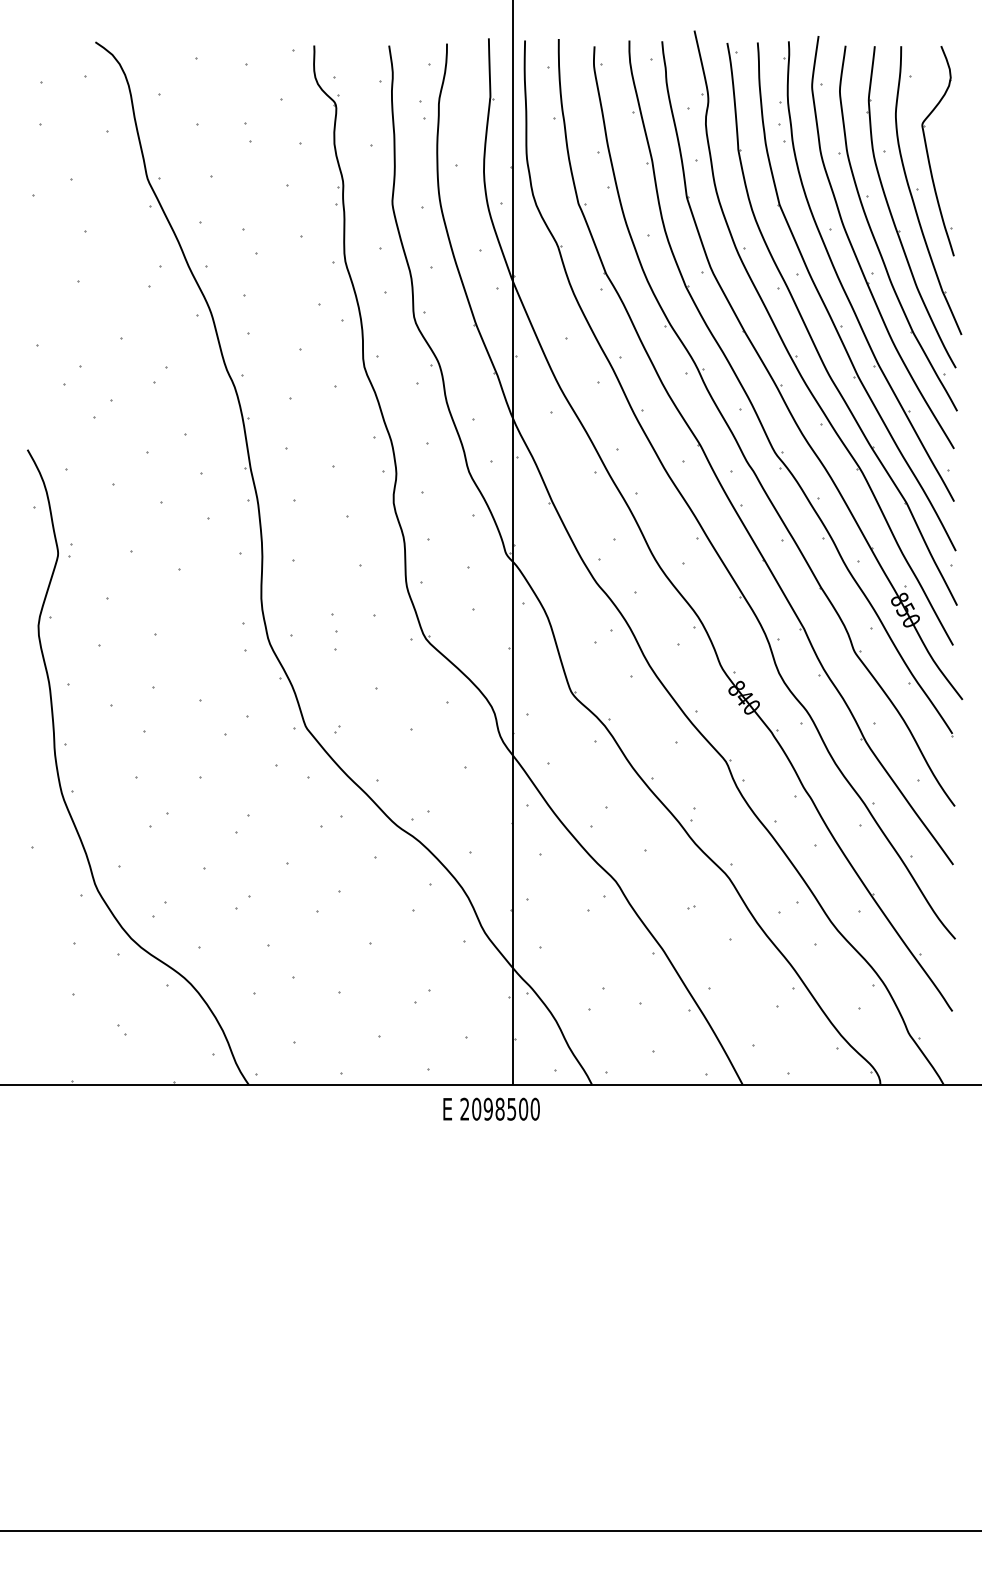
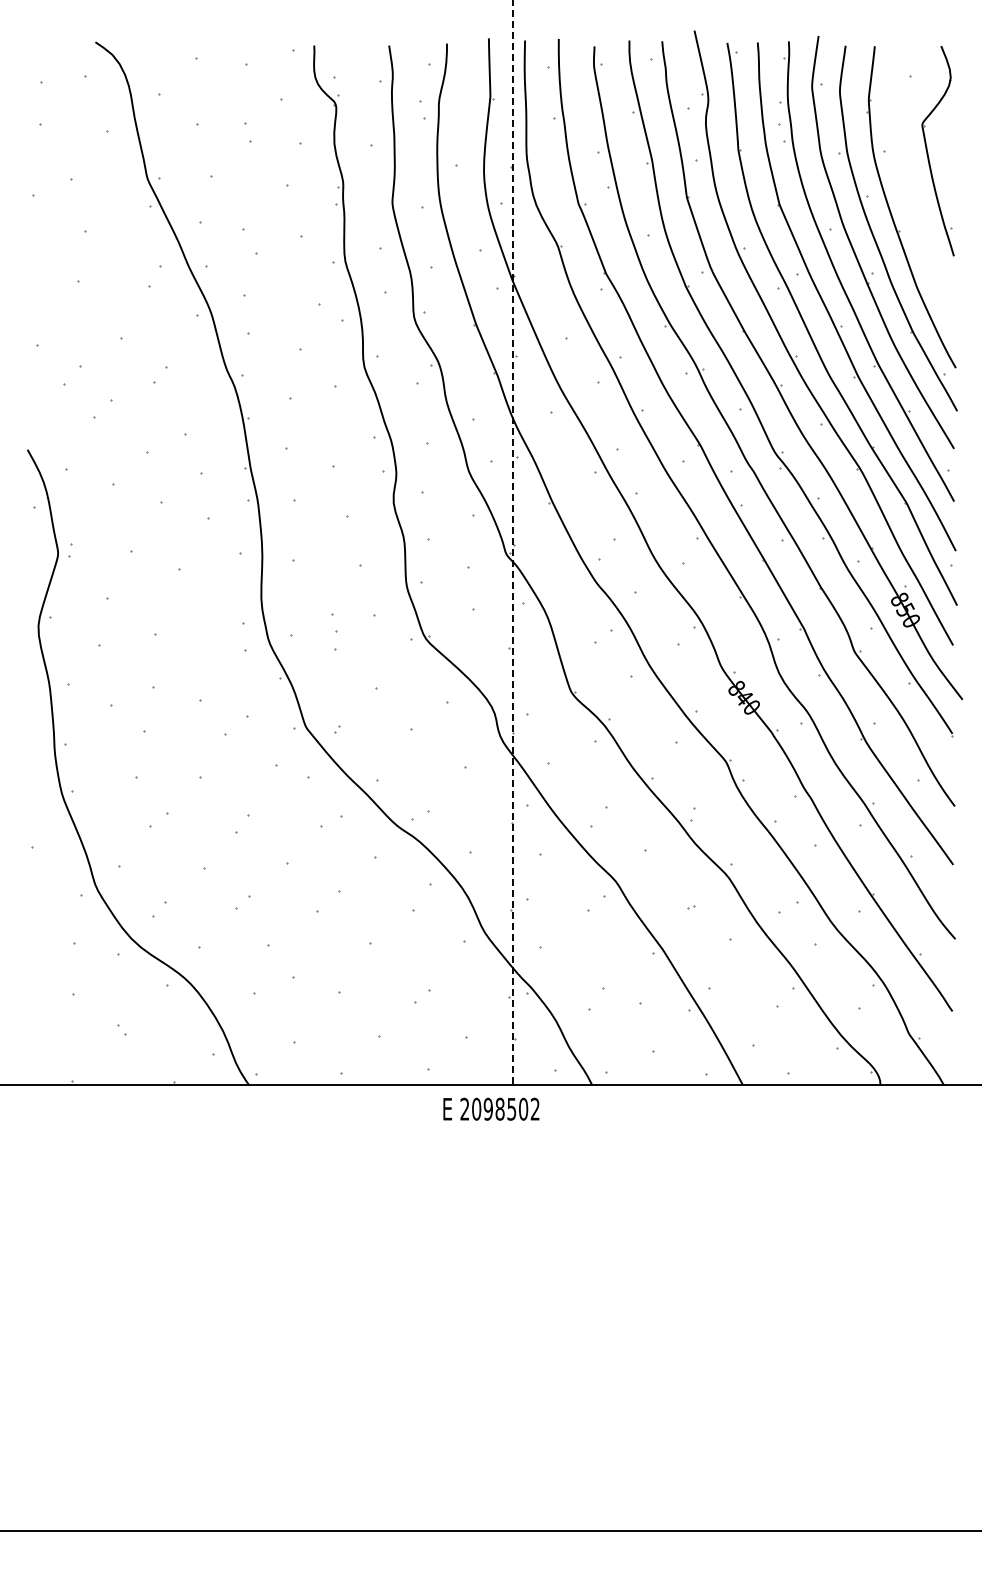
part at (918, 189): present -> none
line at (512, 542): solid -> dashed
text at (534, 1108): 2098500 -> 2098502
